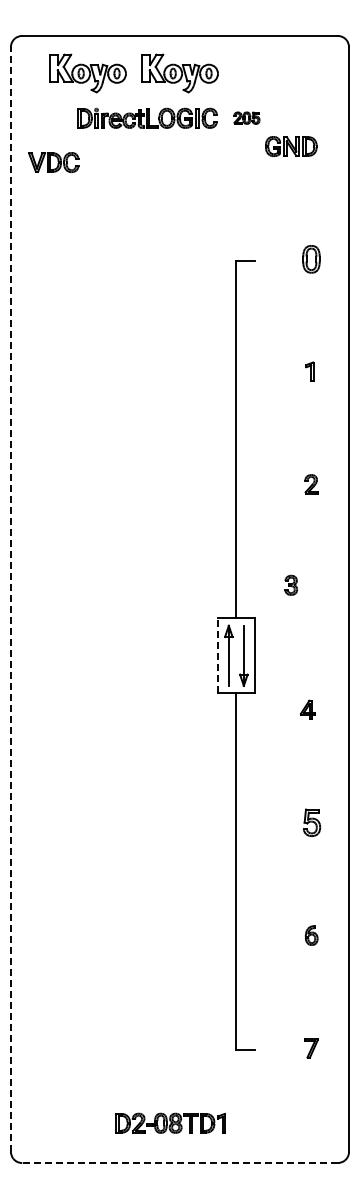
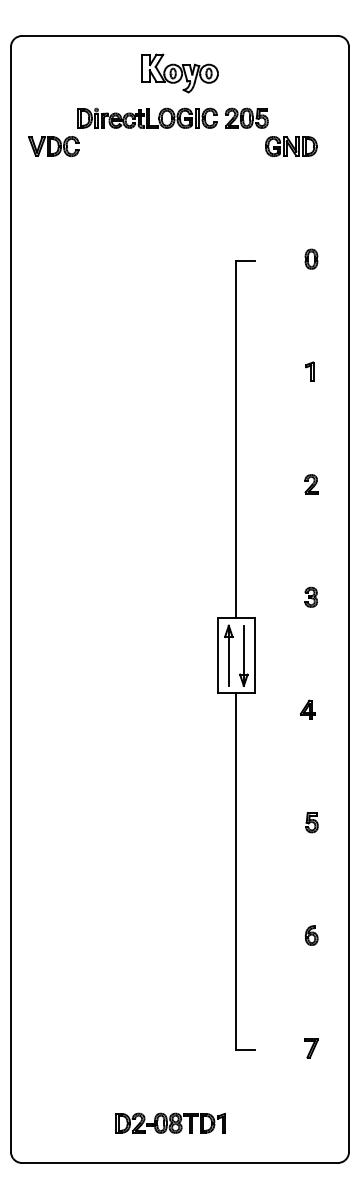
part at (87, 73): present -> none
part at (246, 117) size: 28x14 px -> 44x22 px
part at (53, 162) position: (53, 162) -> (53, 146)
part at (311, 259) size: 19x29 px -> 15x22 px
part at (291, 584) position: (291, 584) -> (311, 596)
line at (10, 598): dashed -> solid
line at (217, 655): dashed -> solid
part at (311, 822) size: 20x29 px -> 14x22 px
line at (179, 1163): dashed -> solid
